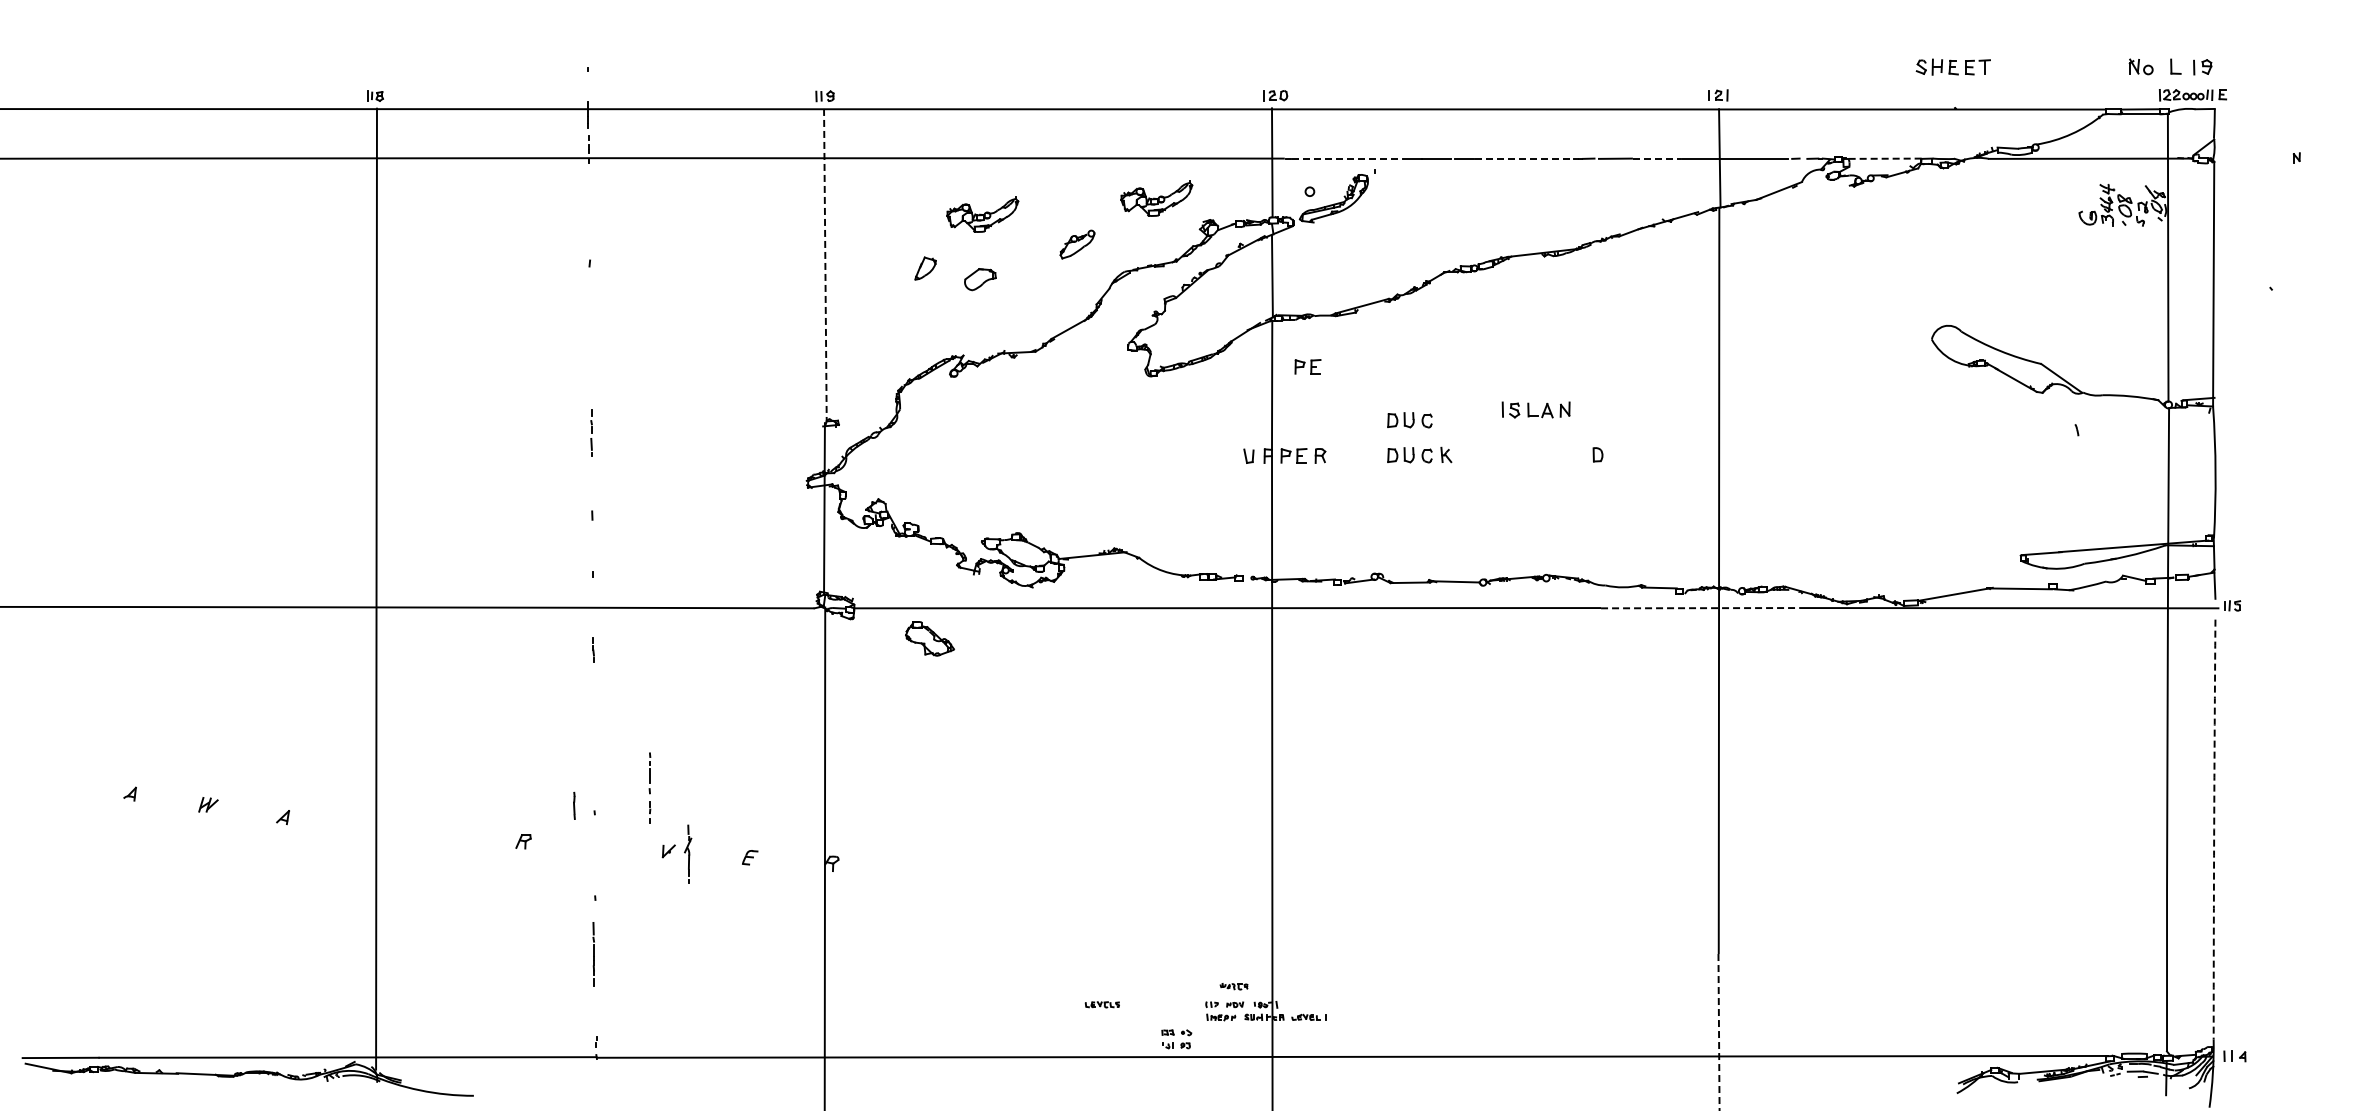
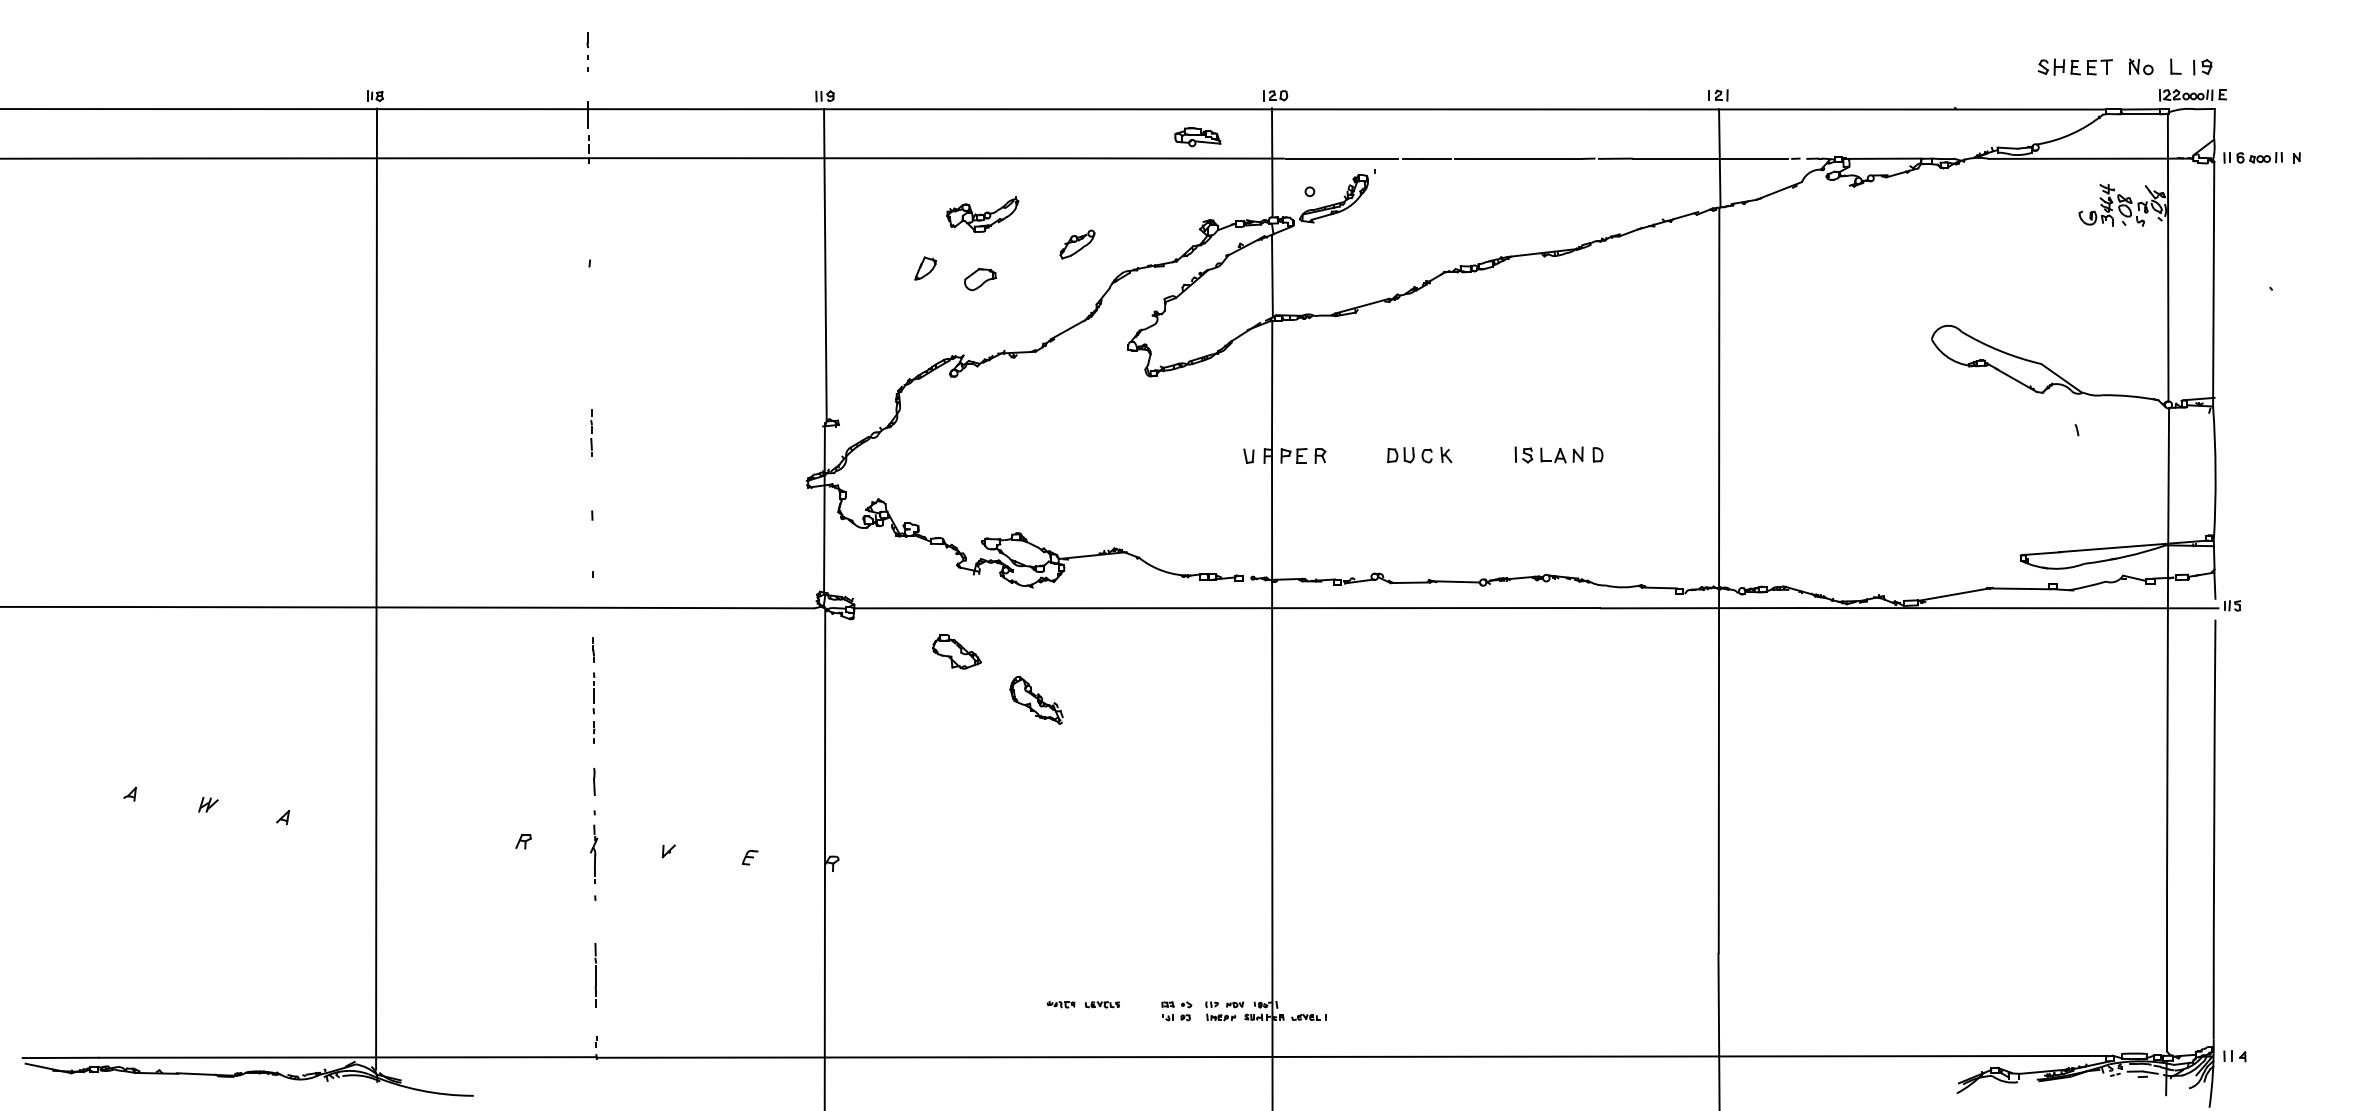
part at (587, 45): none -> present
part at (1952, 66) position: (1952, 66) -> (2074, 66)
part at (1197, 137): none -> present
part at (2252, 157): none -> present
line at (1344, 158): dashed -> solid
line at (1523, 158): dashed -> solid
line at (1657, 158): dashed -> solid
line at (1885, 158): dashed -> solid
part at (1156, 198): present -> none
line at (825, 265): dashed -> solid
part at (1307, 366): present -> none
part at (1535, 409) position: (1535, 409) -> (1548, 454)
part at (1409, 420): present -> none
line at (1700, 608): dashed -> solid
part at (929, 638) position: (929, 638) -> (956, 651)
part at (1036, 700): none -> present
part at (649, 787) position: (649, 787) -> (593, 707)
line at (574, 805) position: (574, 805) -> (594, 781)
arc at (2214, 829): dashed -> solid
part at (688, 853) position: (688, 853) -> (594, 853)
line at (593, 954) position: (593, 954) -> (595, 975)
part at (1233, 986) position: (1233, 986) -> (1060, 1004)
line at (1719, 1032): dashed -> solid
part at (1176, 1039) position: (1176, 1039) -> (1176, 1011)
